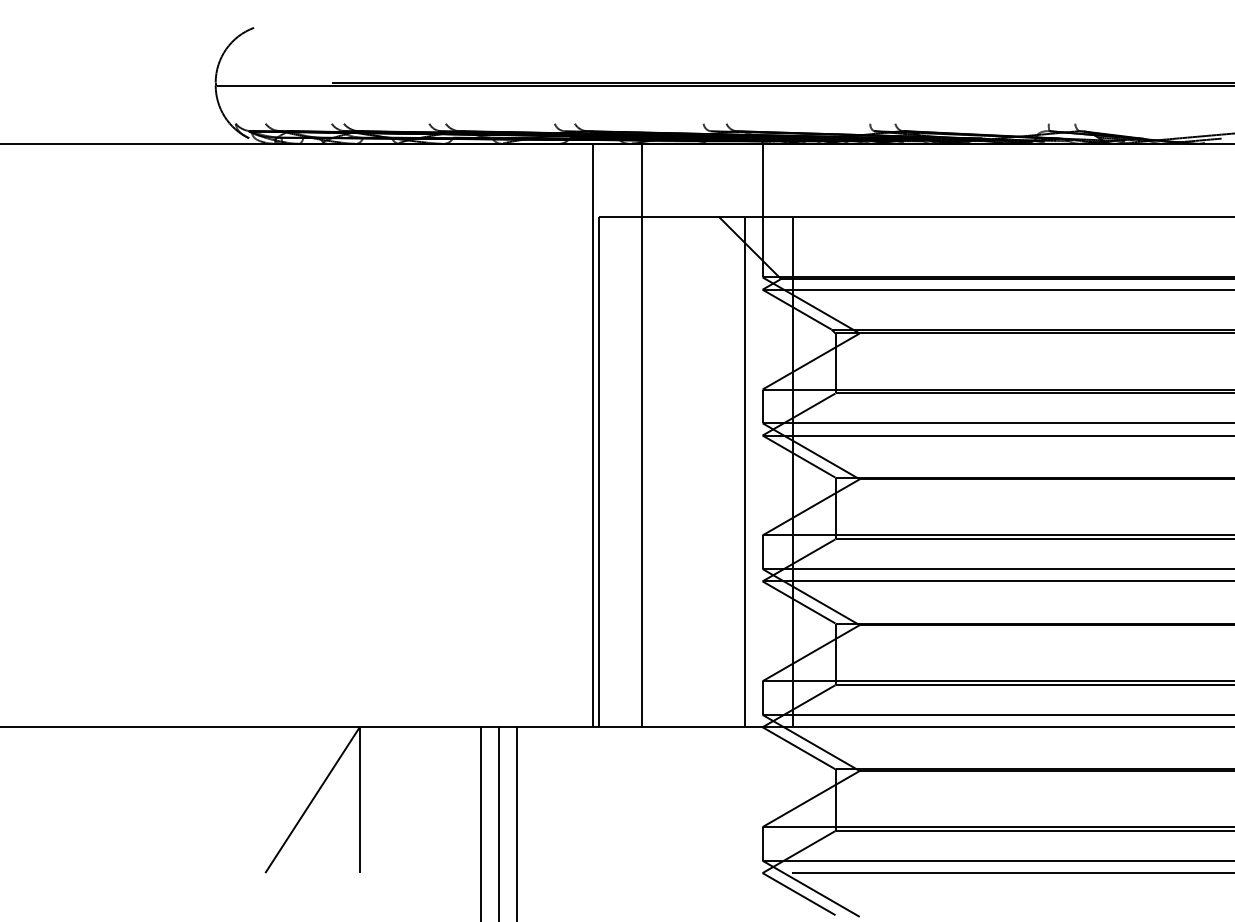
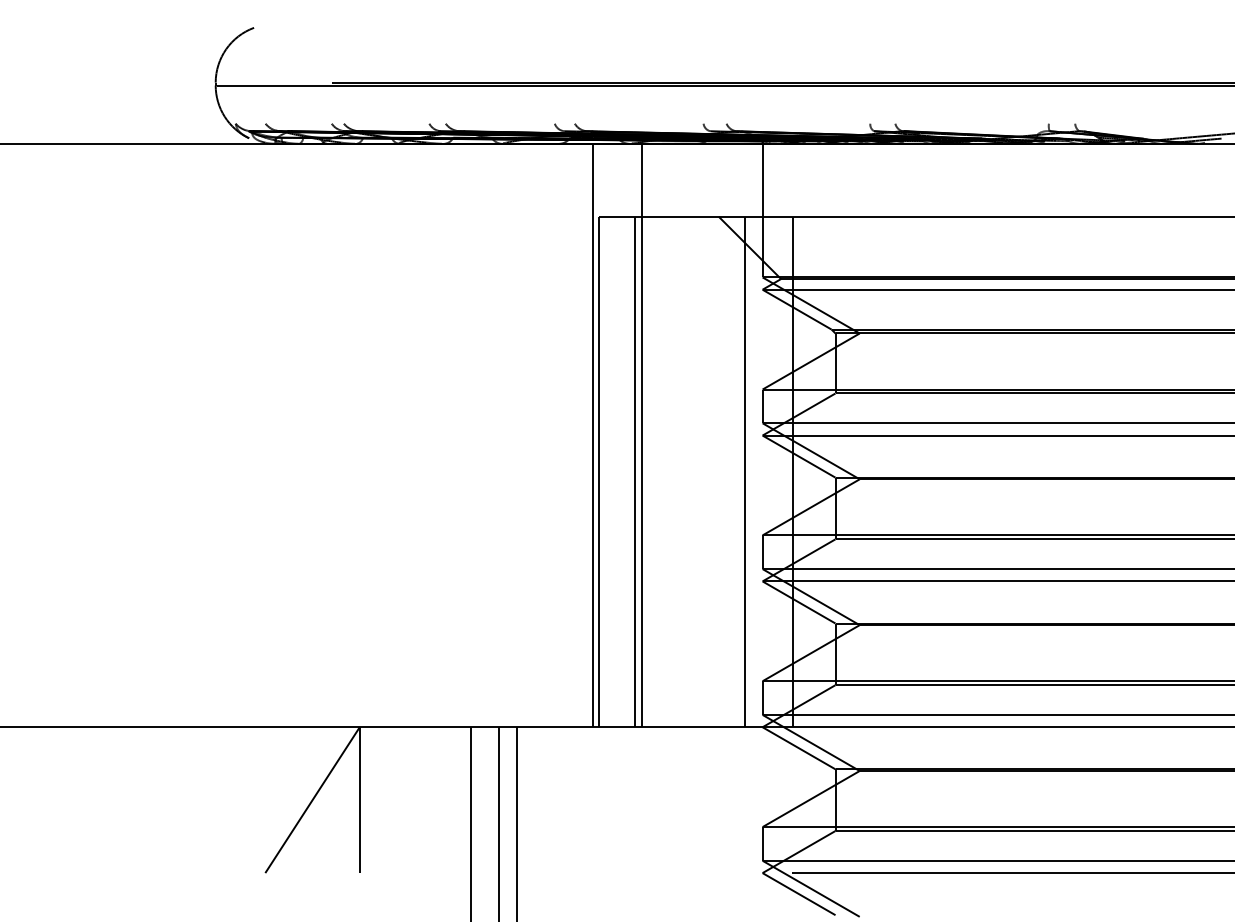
line at (635, 471): none -> present
line at (480, 822) position: (480, 822) -> (470, 822)
